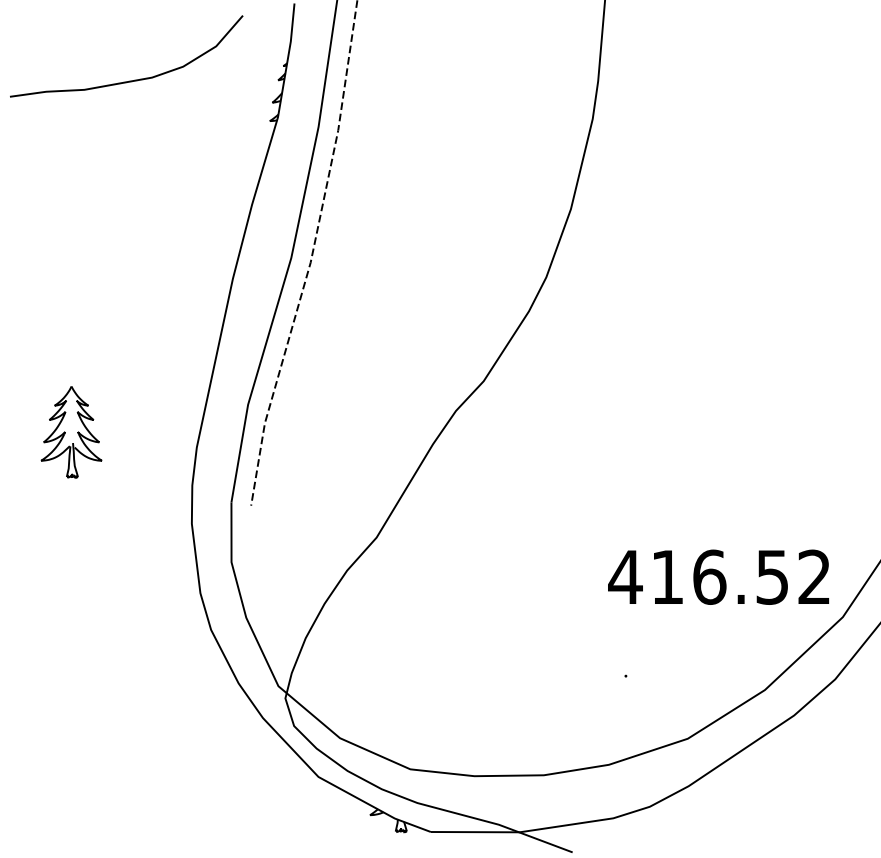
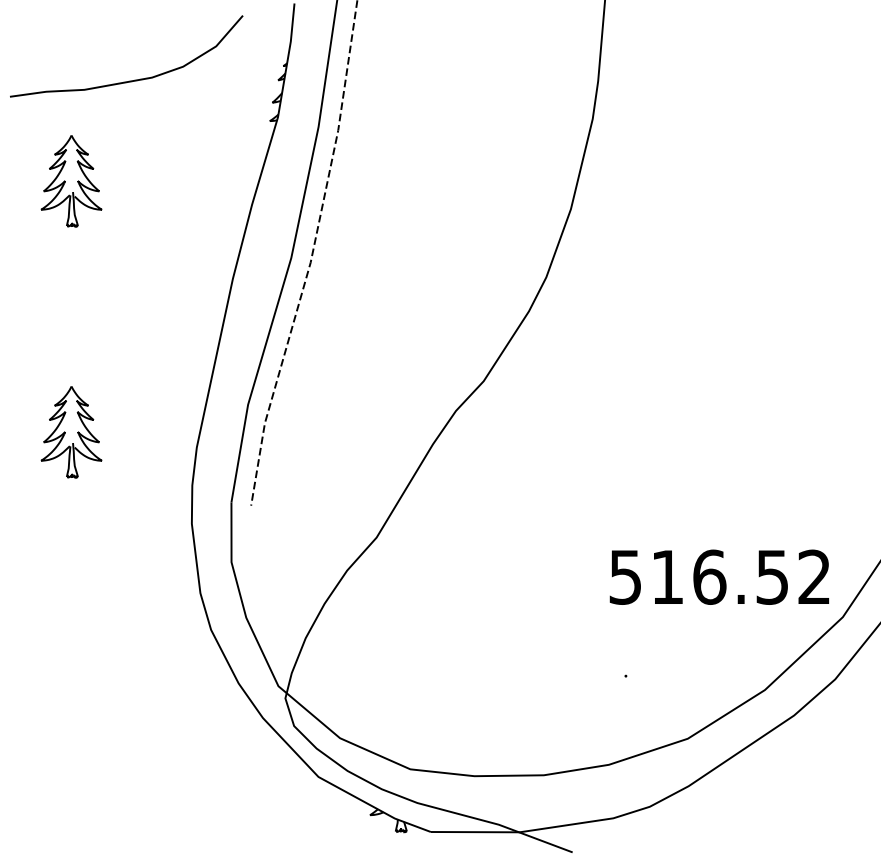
part at (71, 181): none -> present
text at (625, 577): 416.52 -> 516.52
